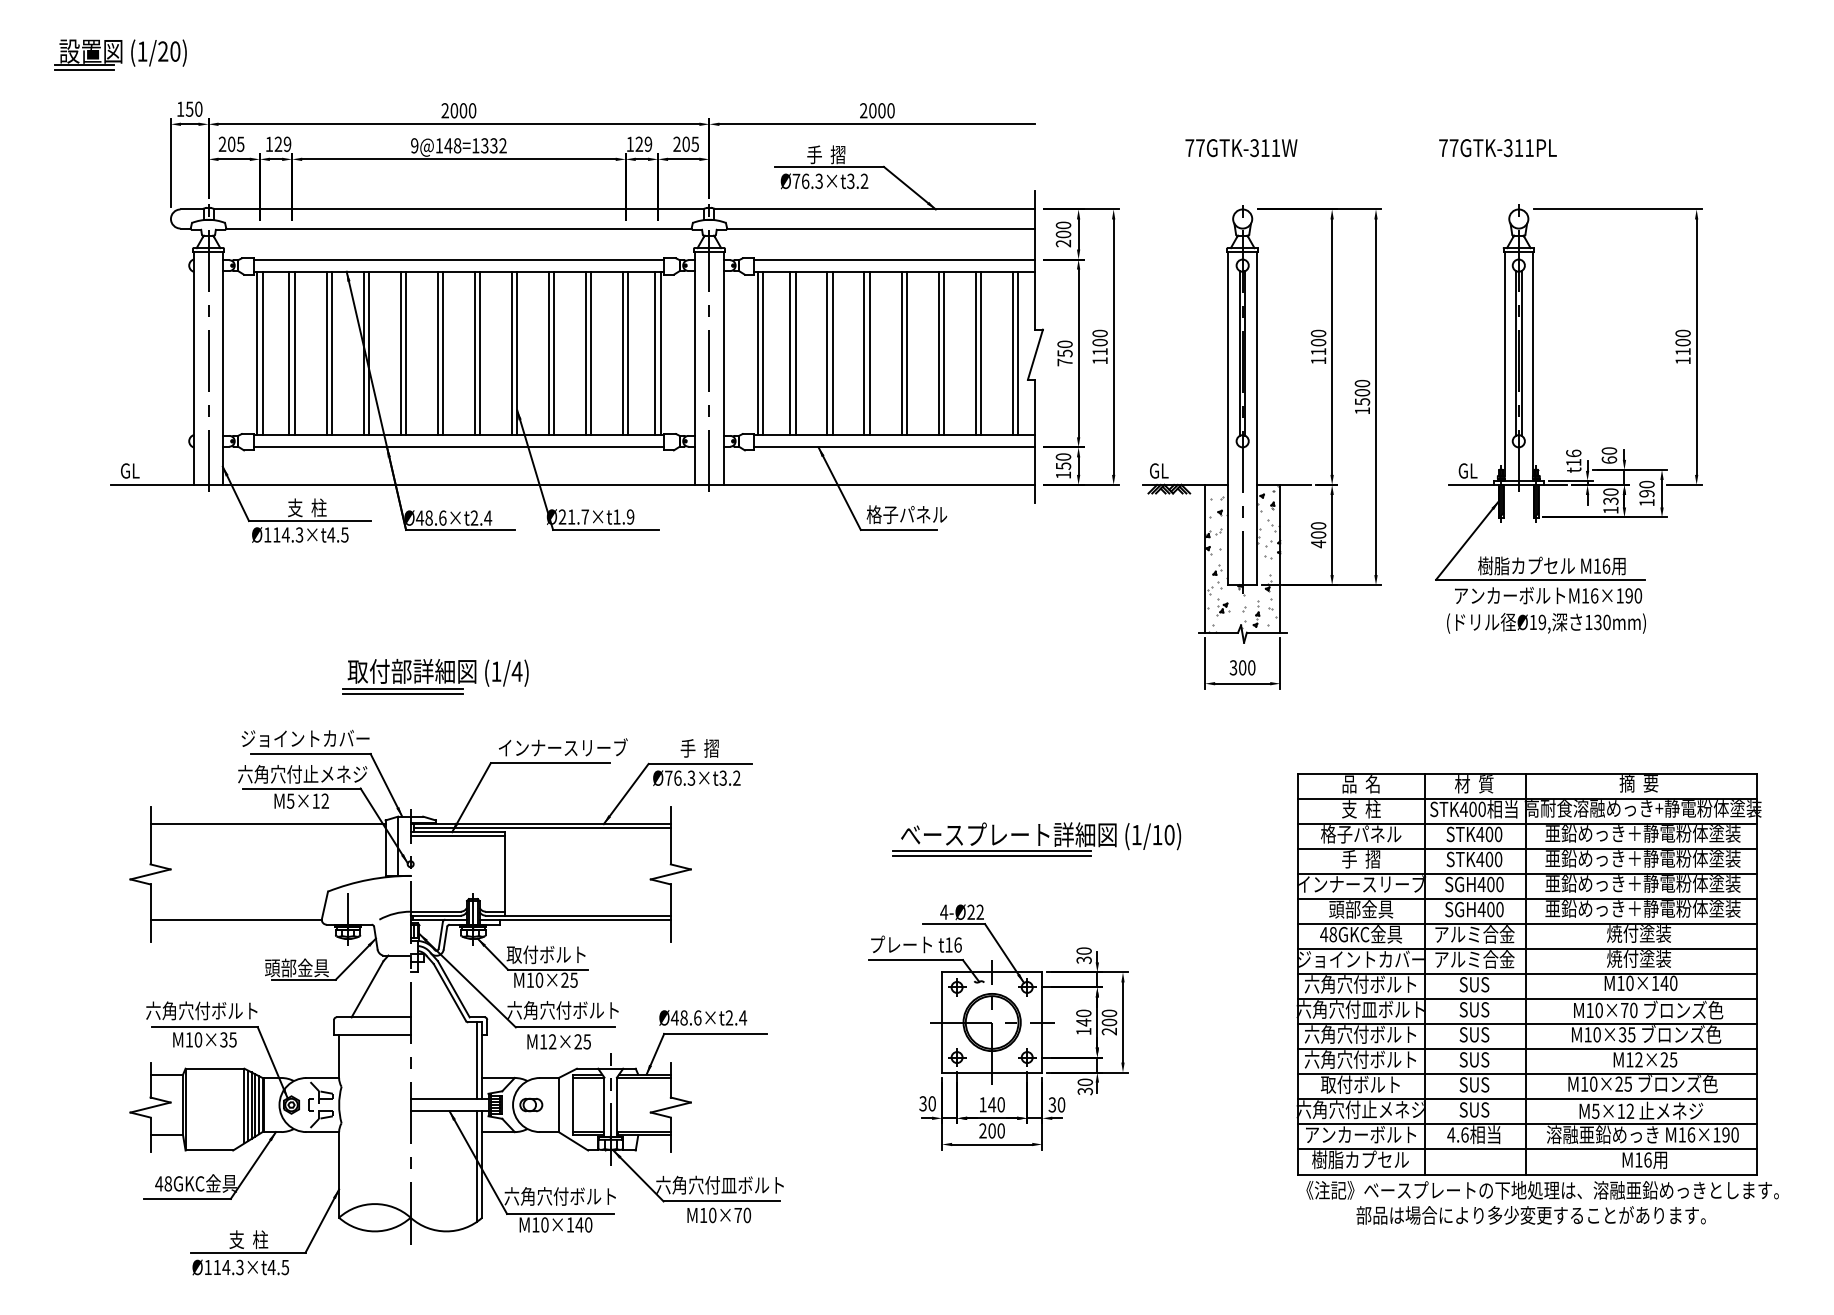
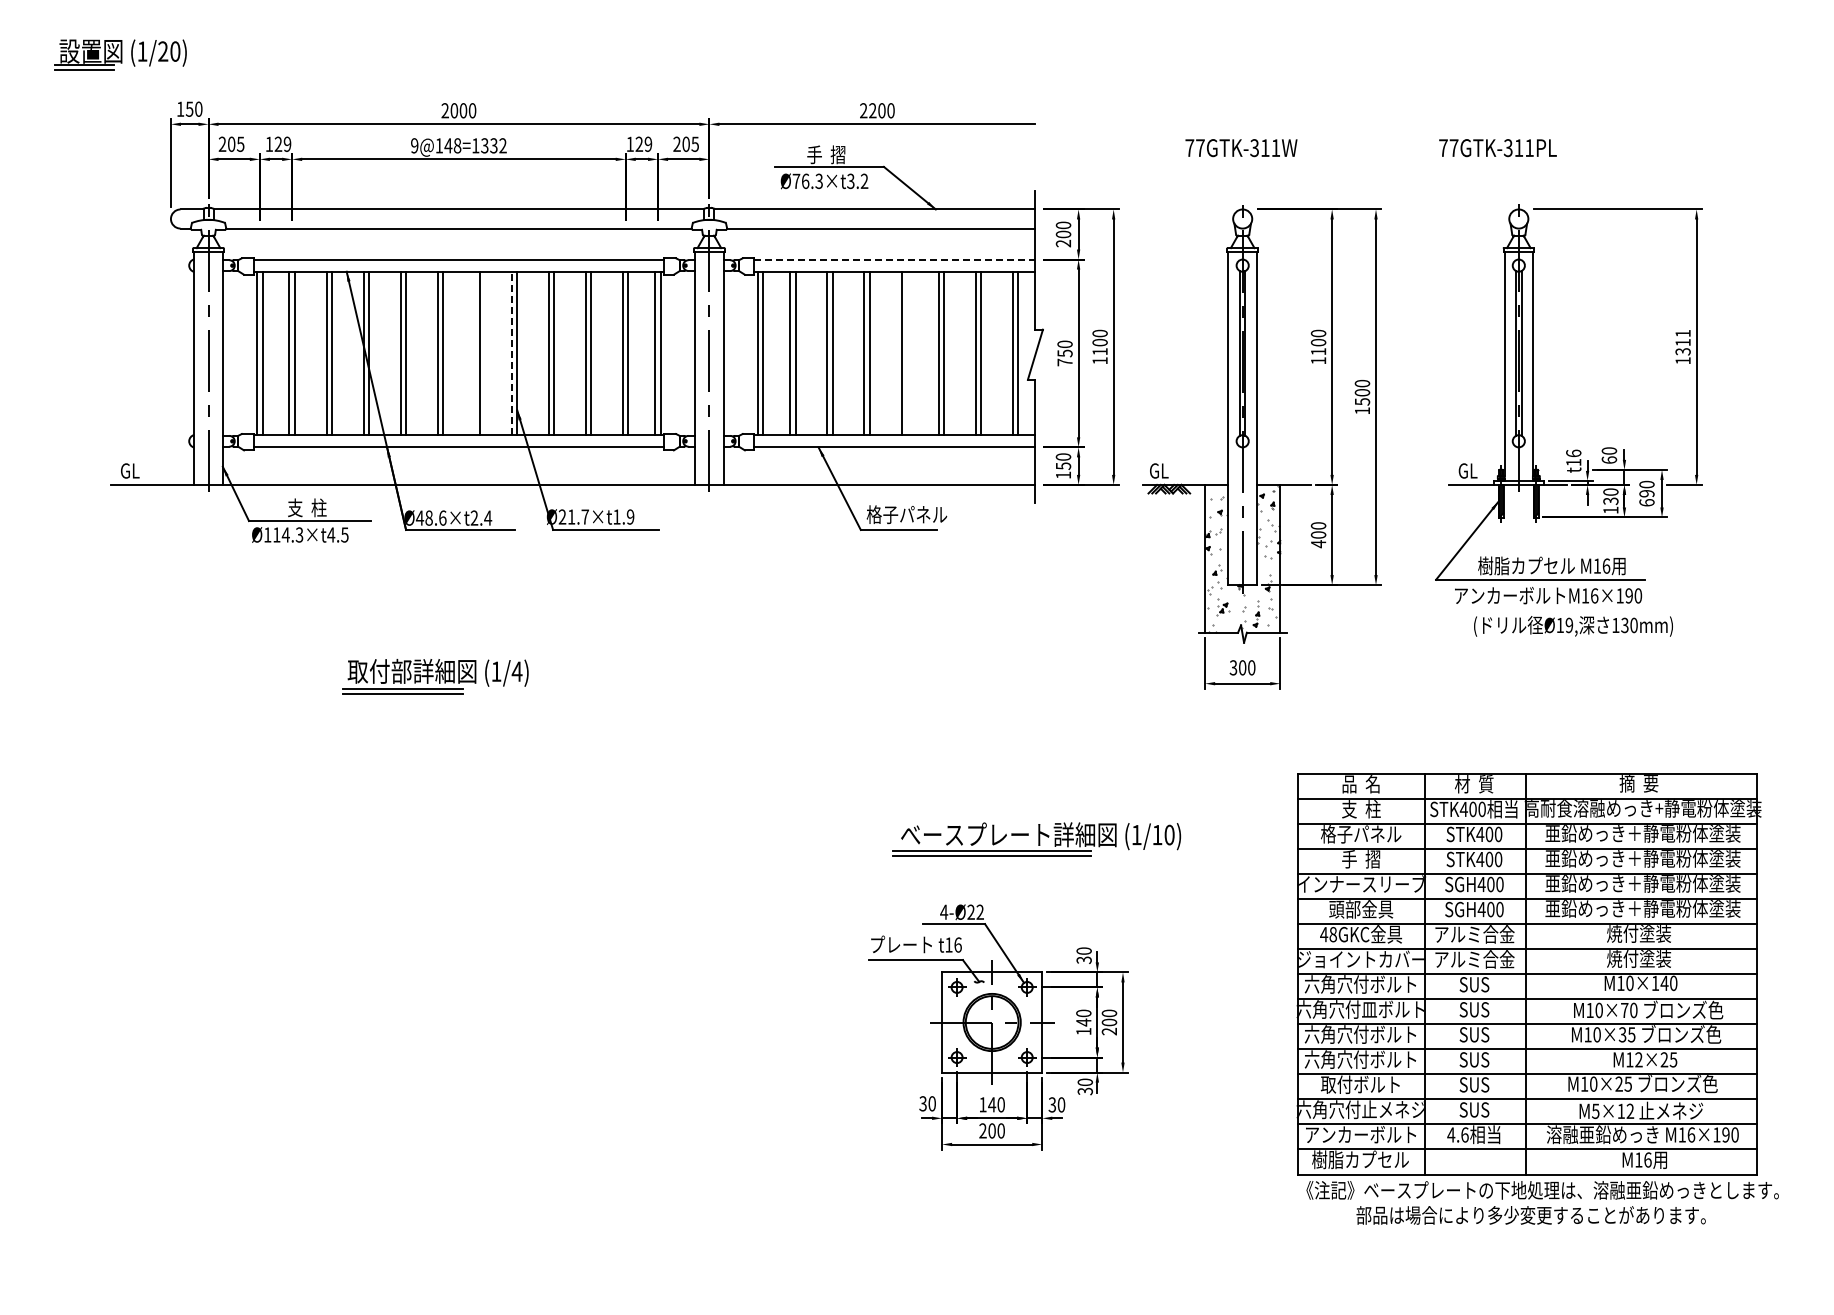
text at (872, 110): 2000 -> 2200
line at (894, 259): solid -> dashed
text at (1682, 342): 1100 -> 1311
line at (474, 353): present -> none
line at (511, 353): solid -> dashed
line at (906, 353): present -> none
text at (1646, 502): 190 -> 690
text at (1546, 623) position: (1546, 623) -> (1573, 626)
part at (456, 1002): present -> none
